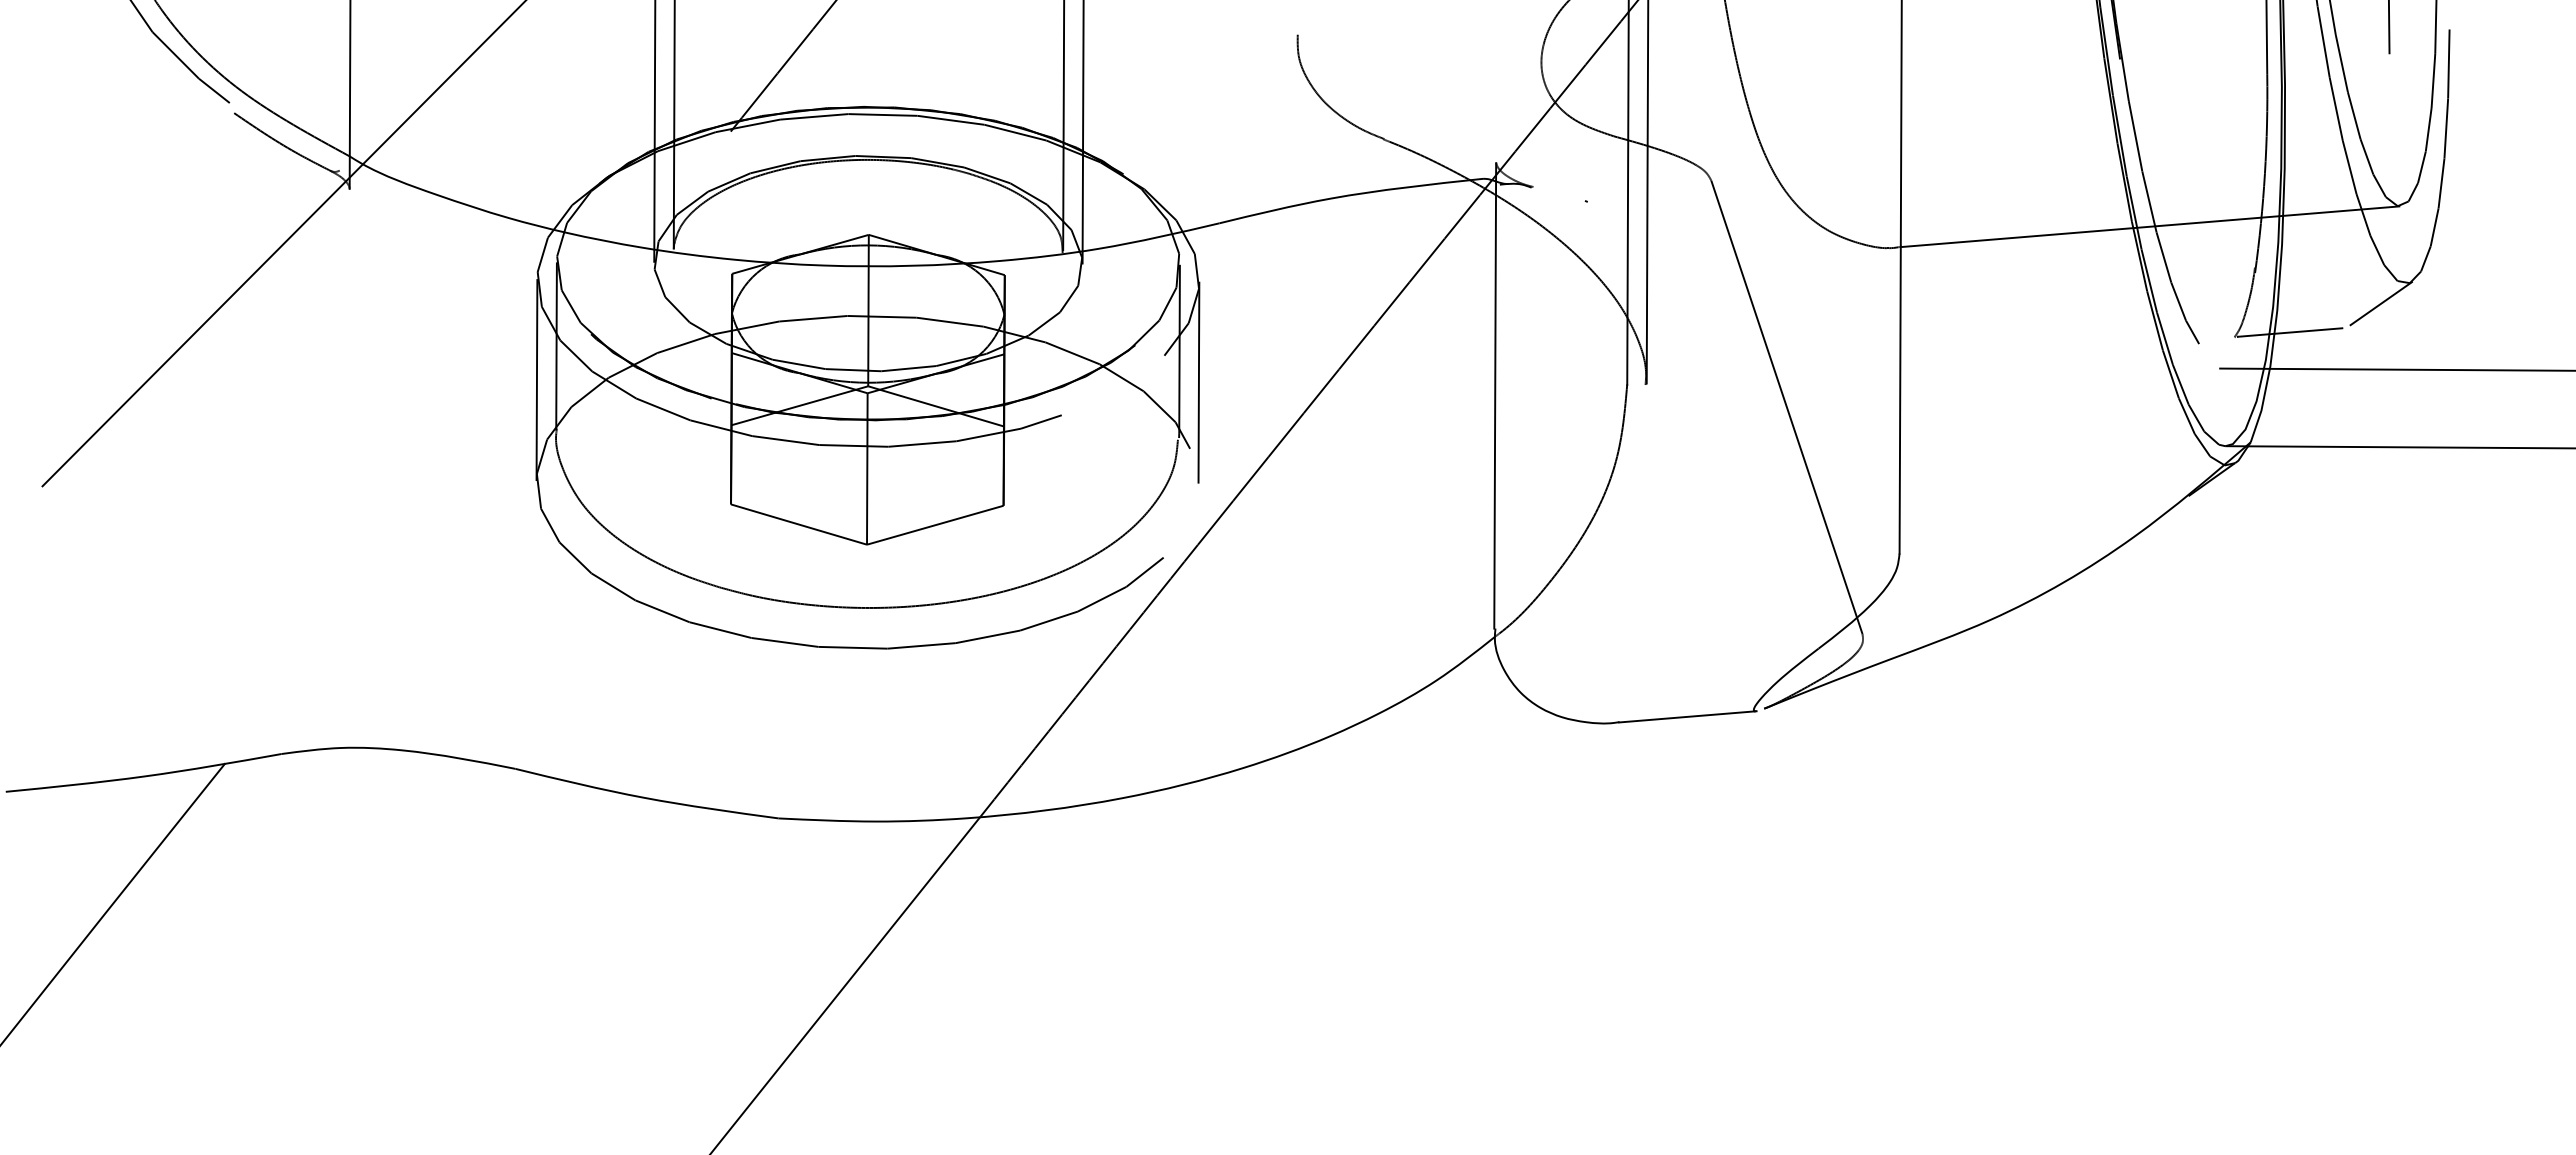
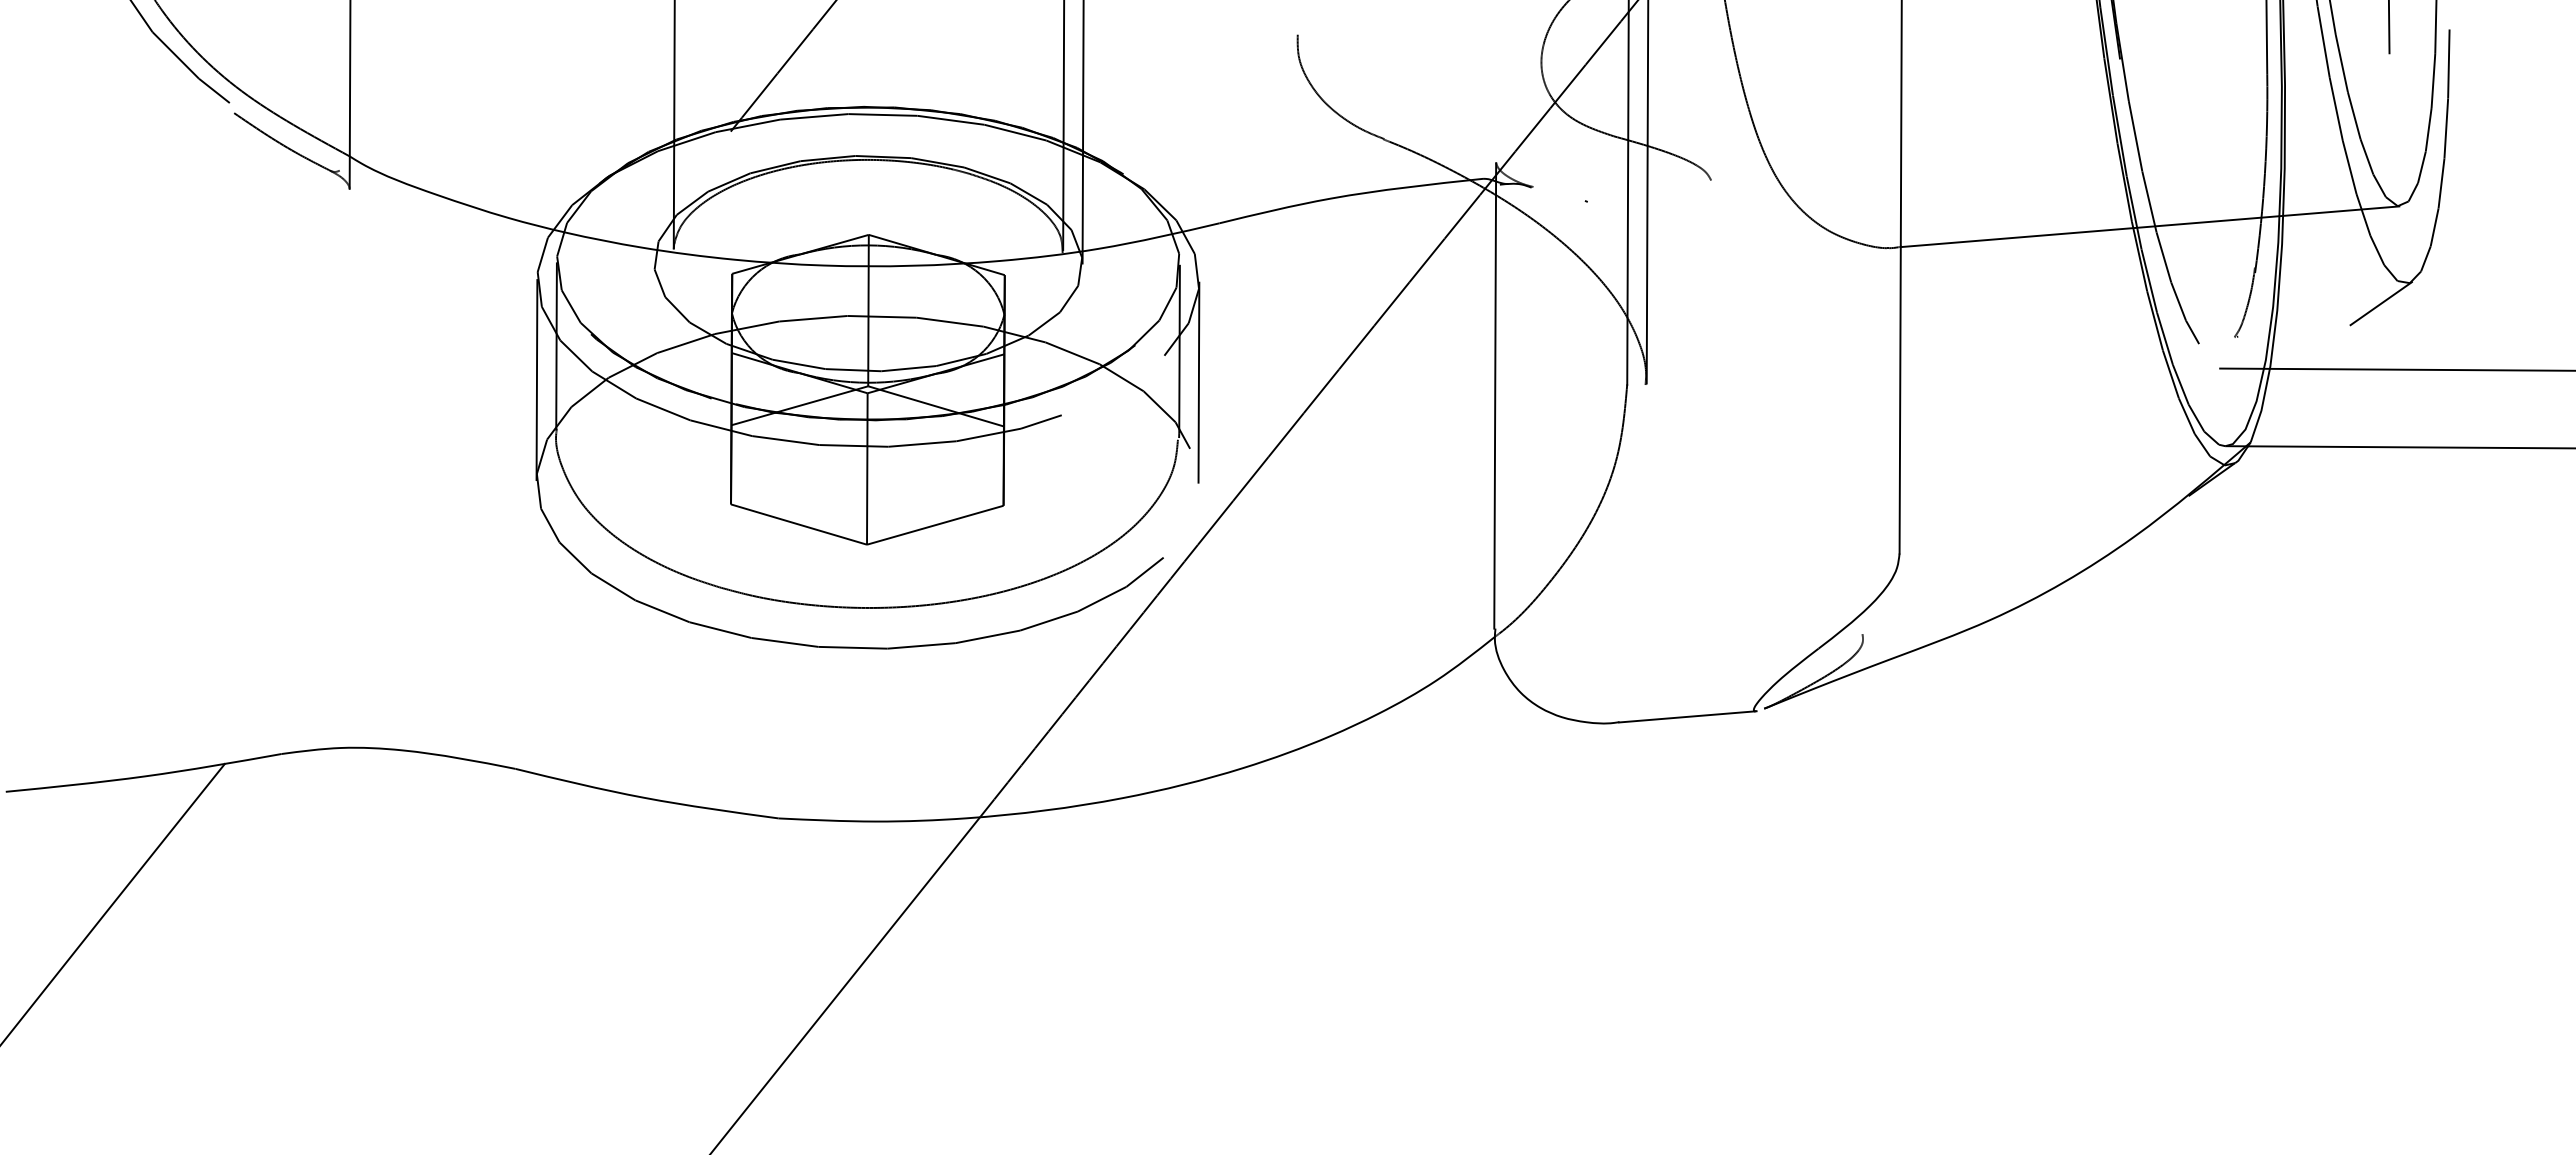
line at (654, 132): present -> none
line at (282, 244): present -> none
line at (2289, 332): present -> none
line at (1786, 407): present -> none
